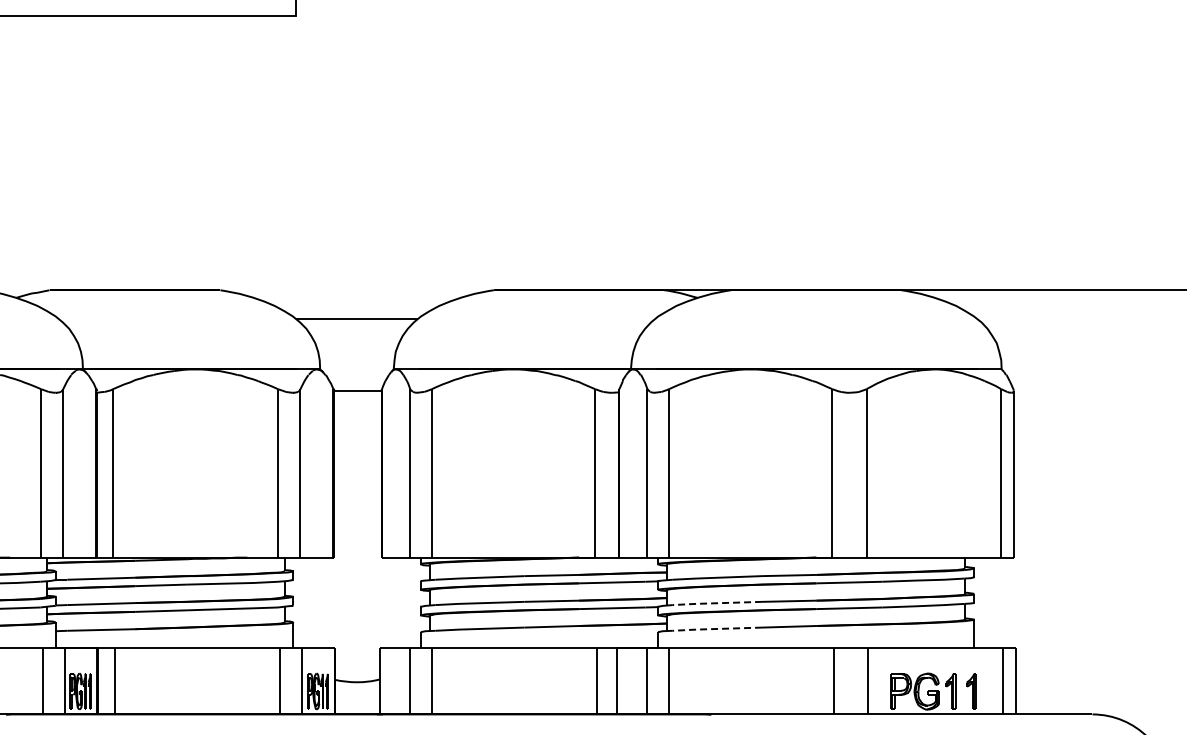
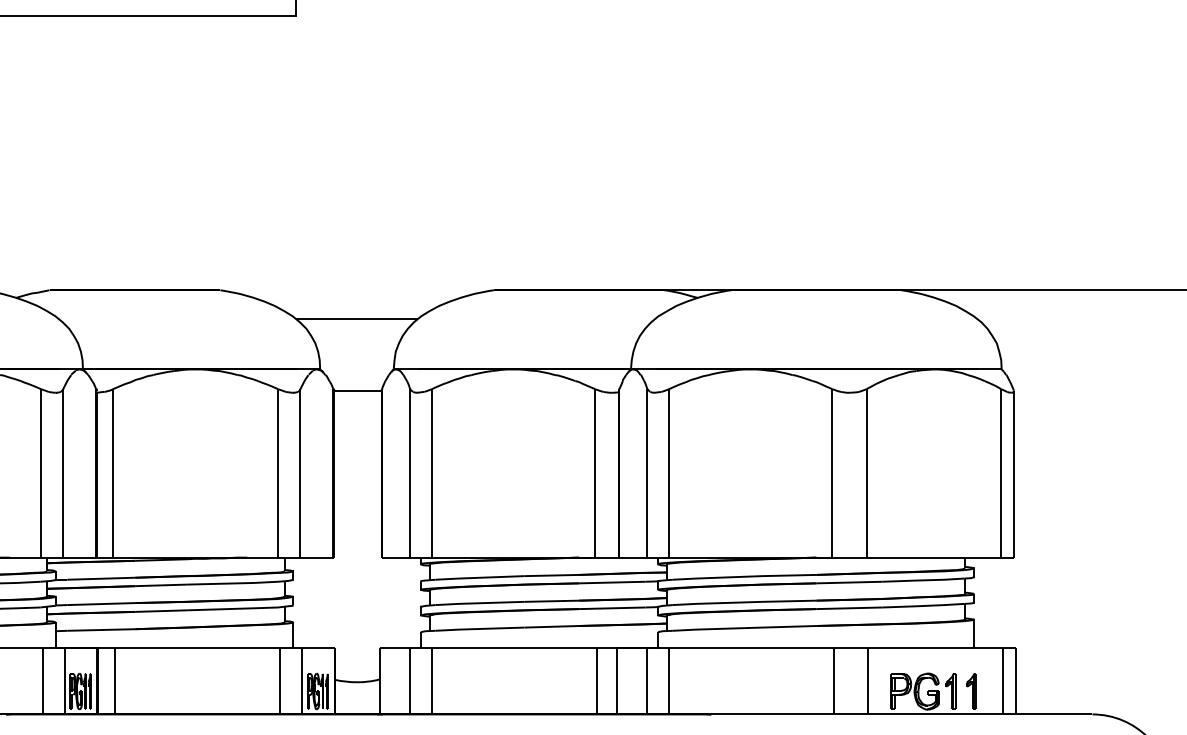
line at (716, 603): dashed -> solid
line at (716, 629): dashed -> solid
